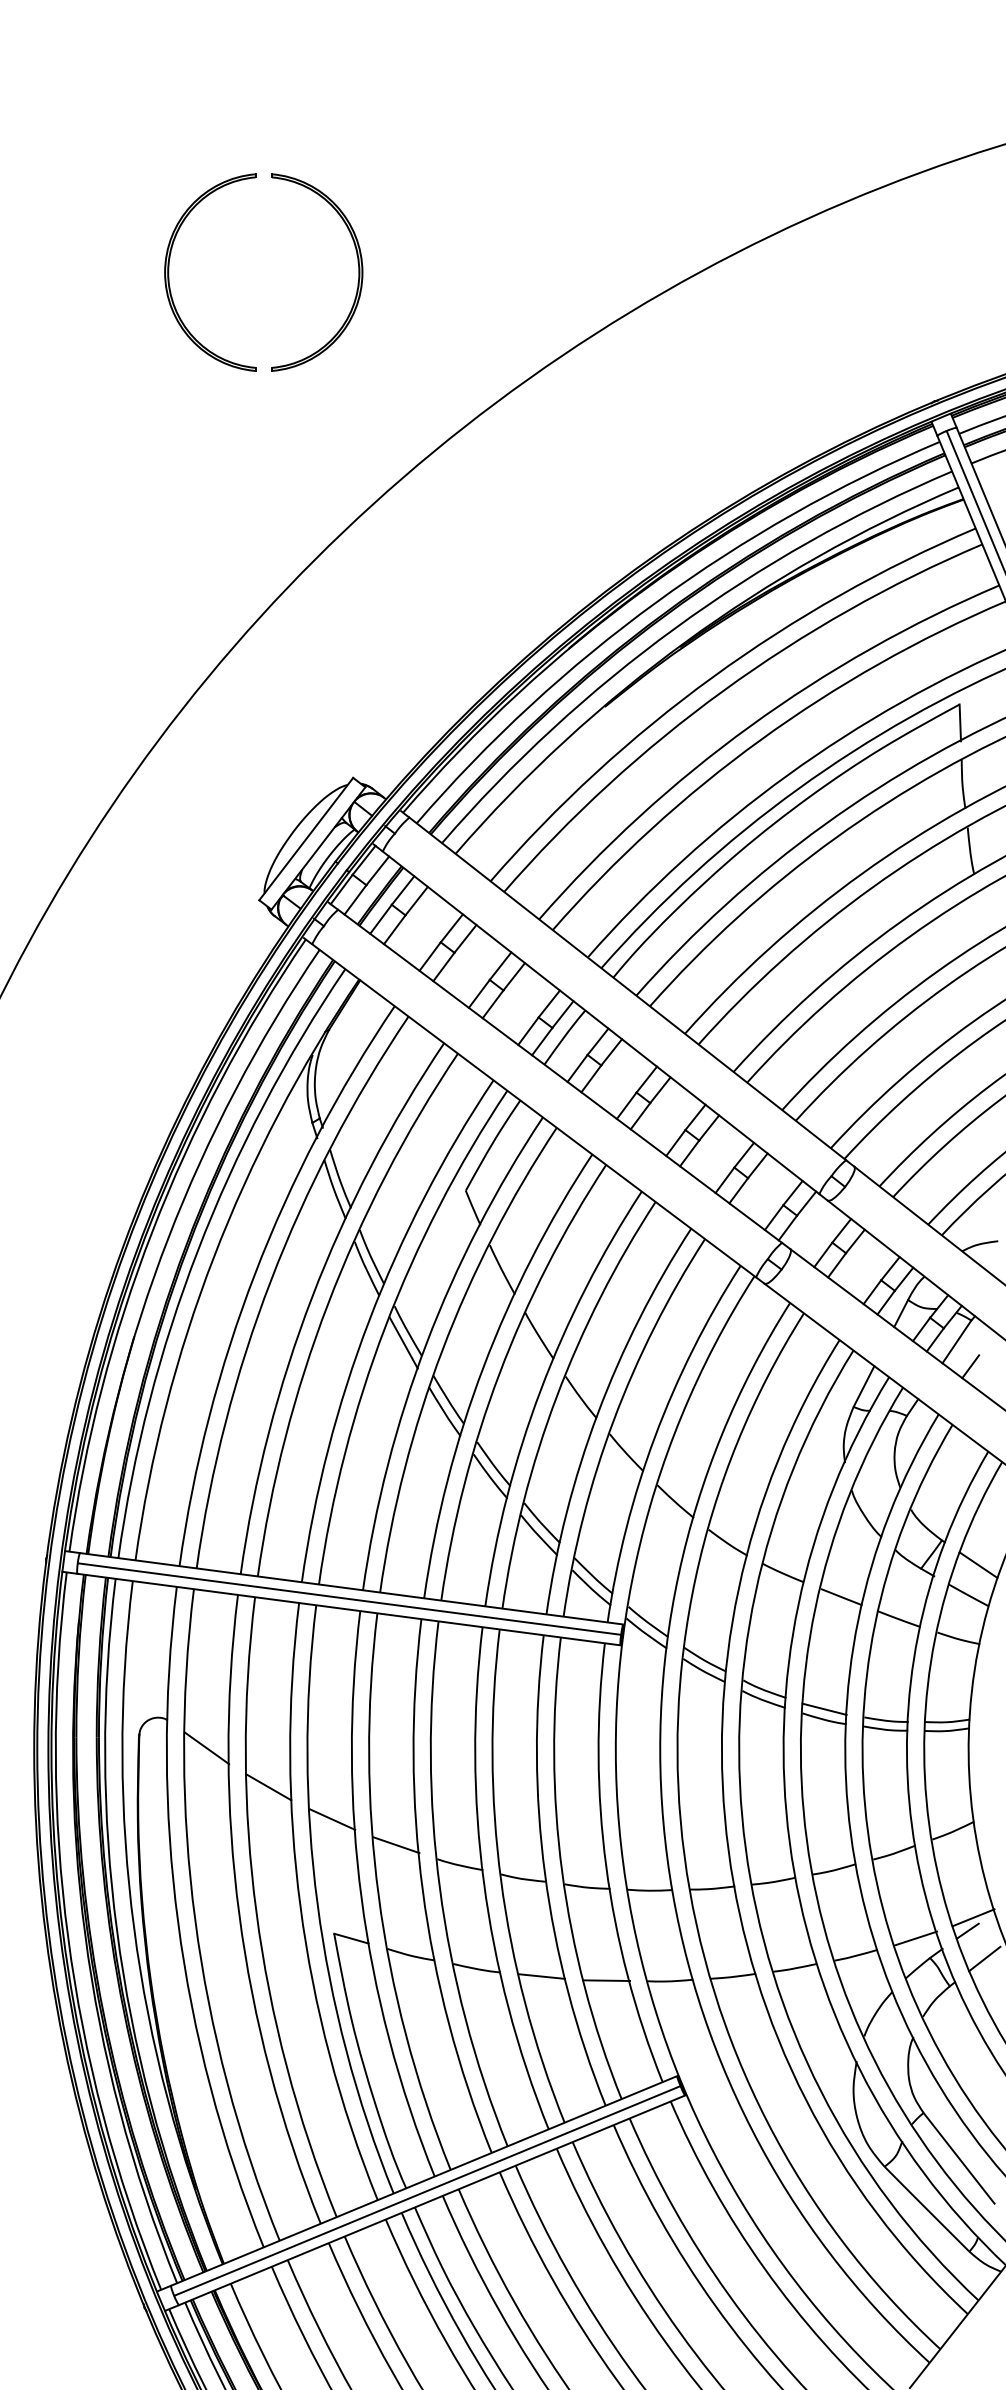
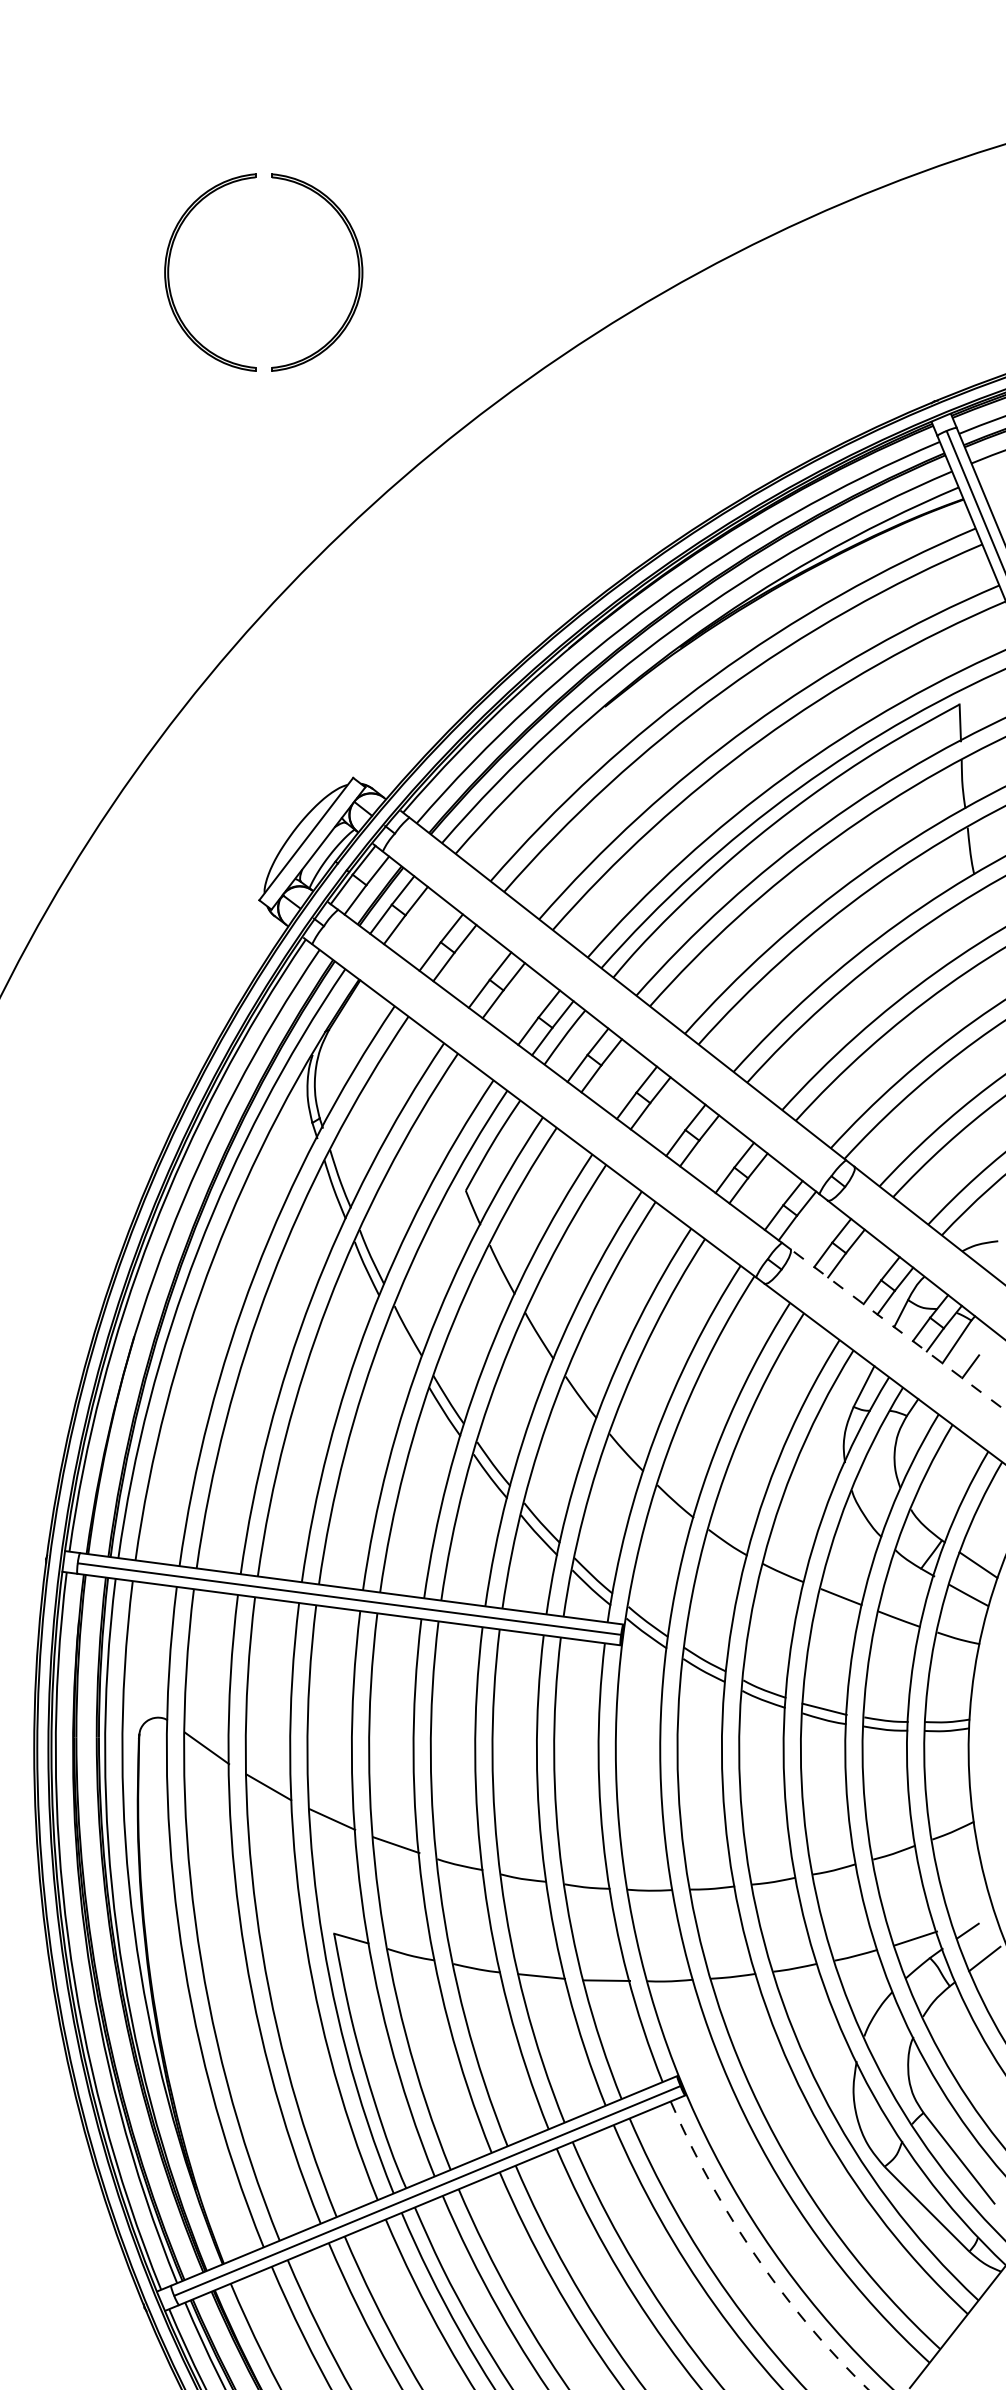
line at (897, 1329): solid -> dashed
line at (403, 1342): present -> none
line at (973, 1917): present -> none
arc at (755, 2255): solid -> dashed
